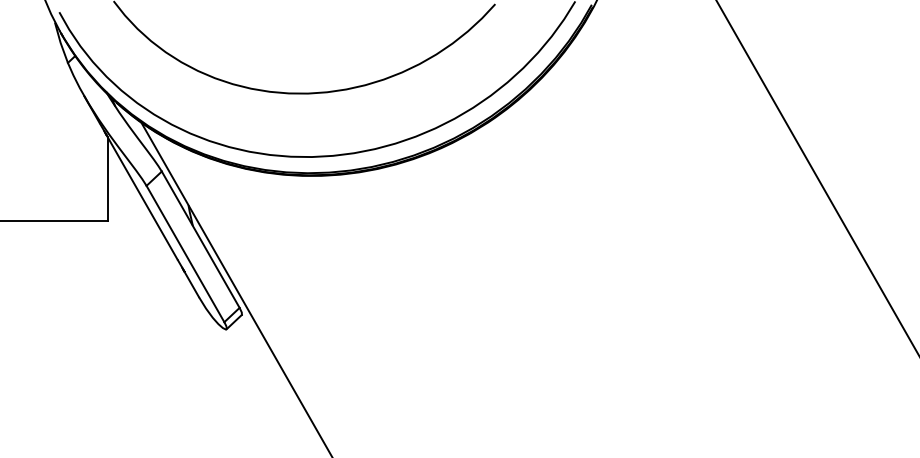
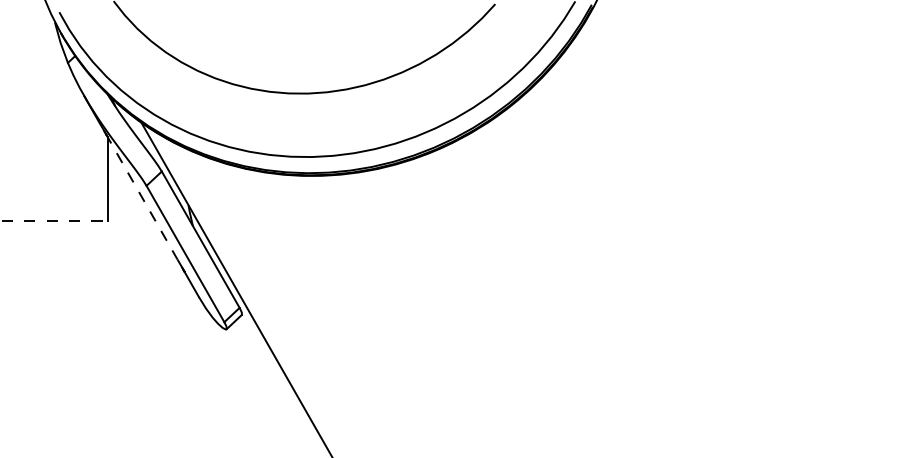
line at (816, 176): present -> none
line at (141, 197): solid -> dashed
line at (54, 221): solid -> dashed
